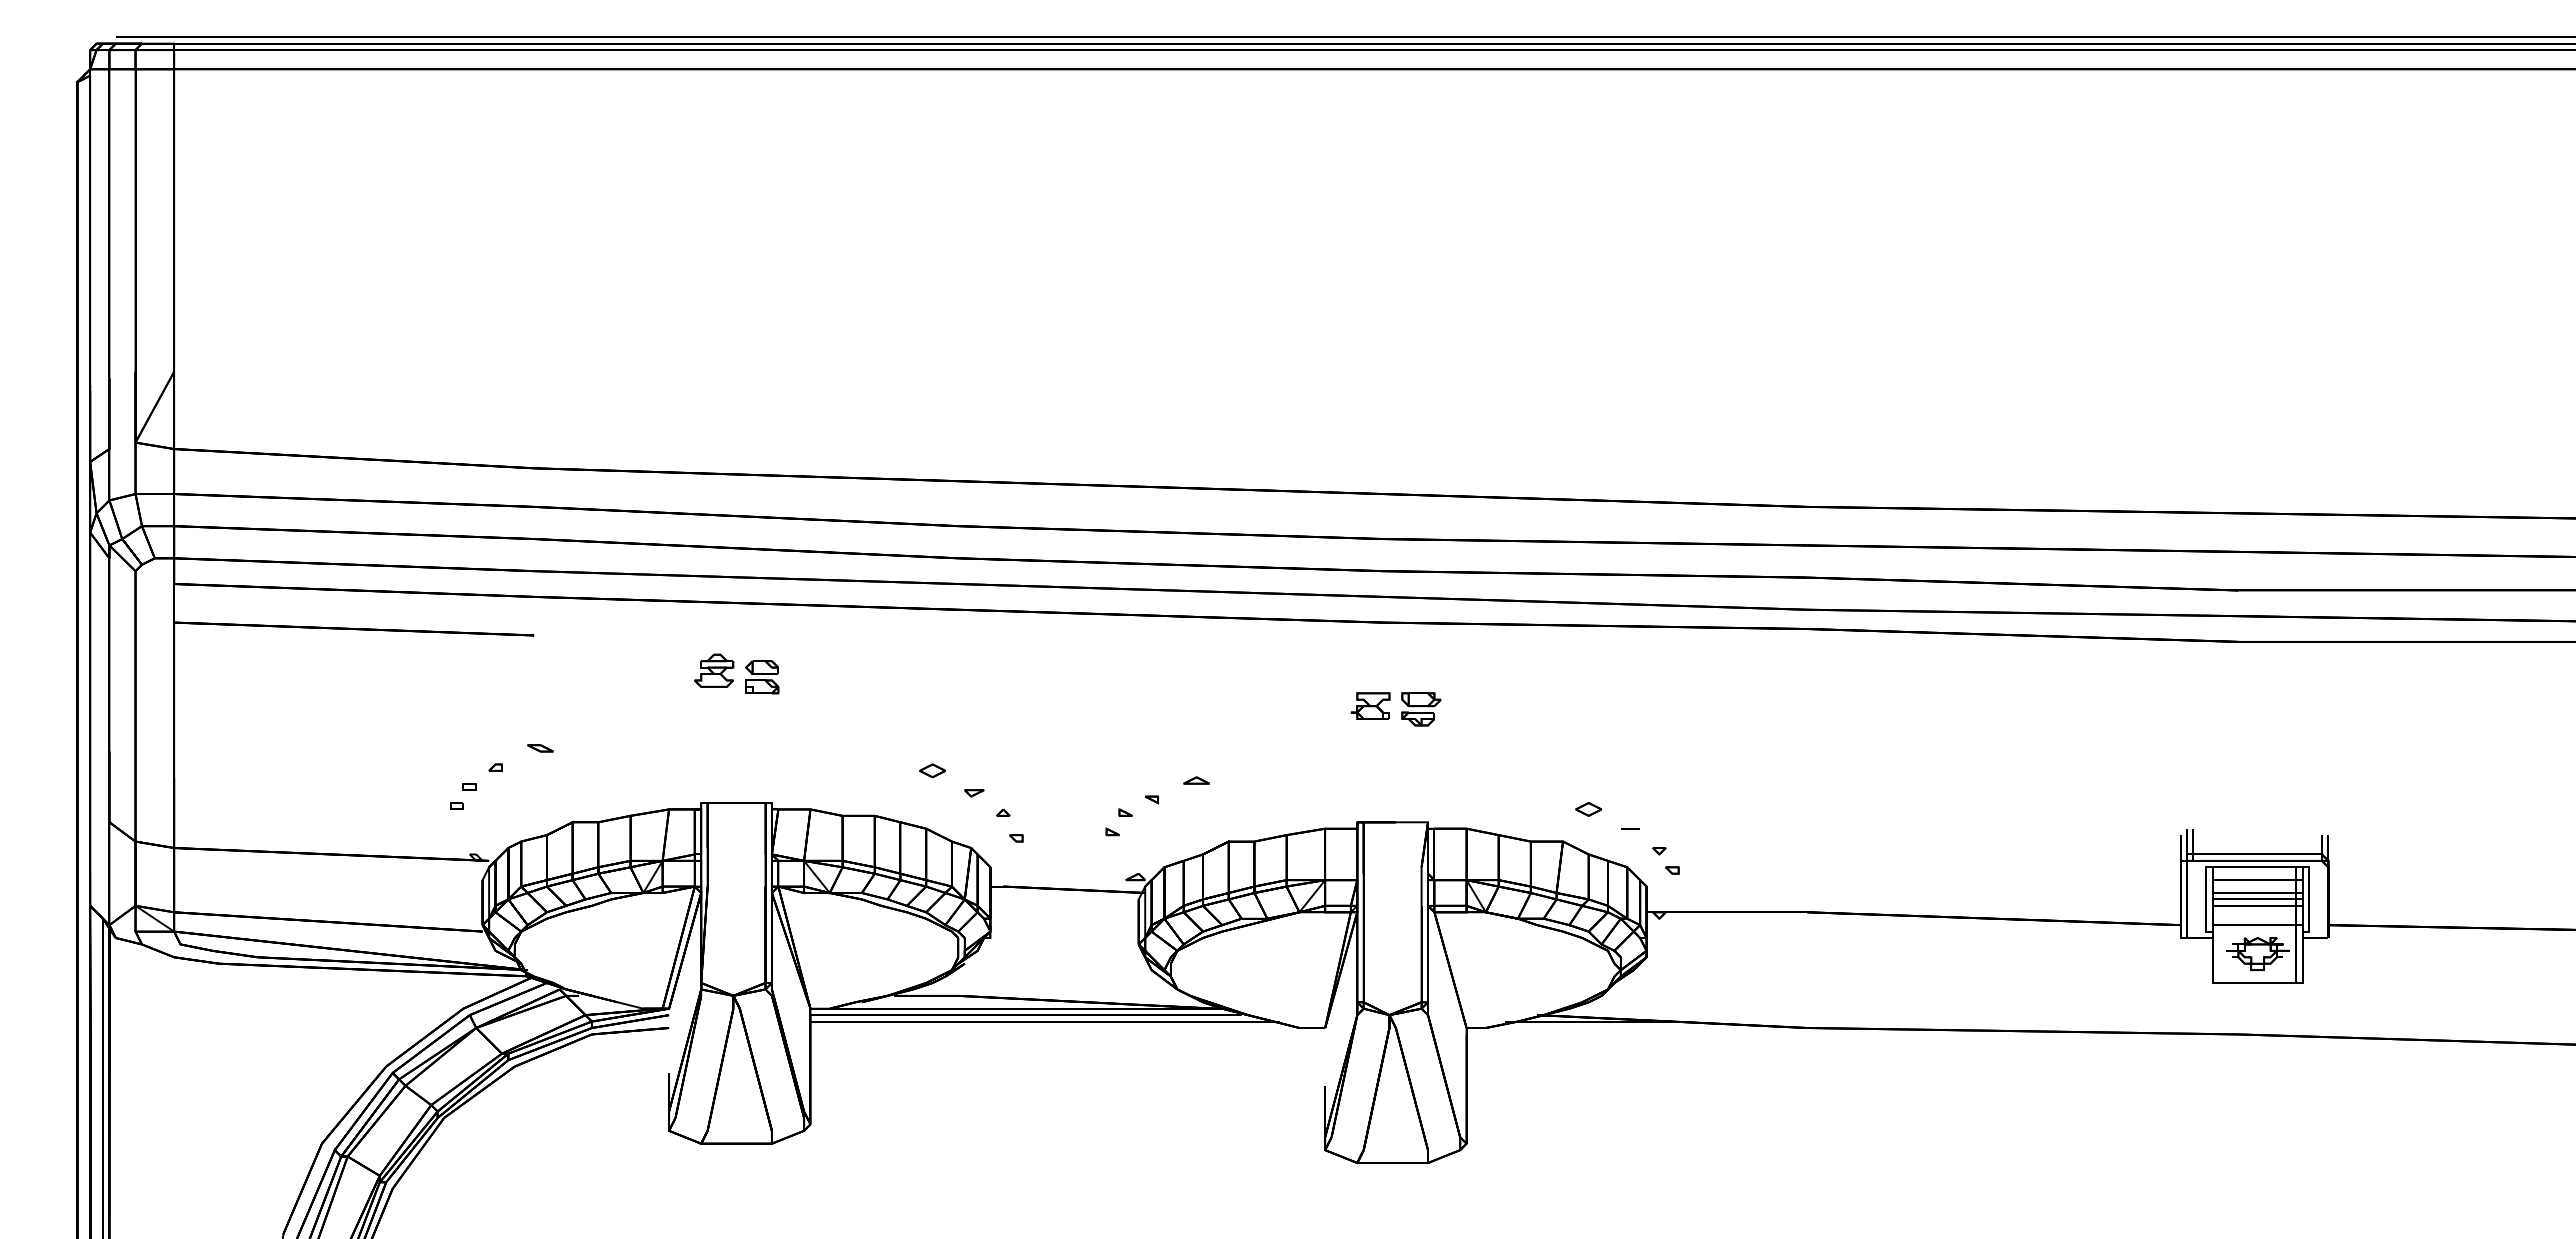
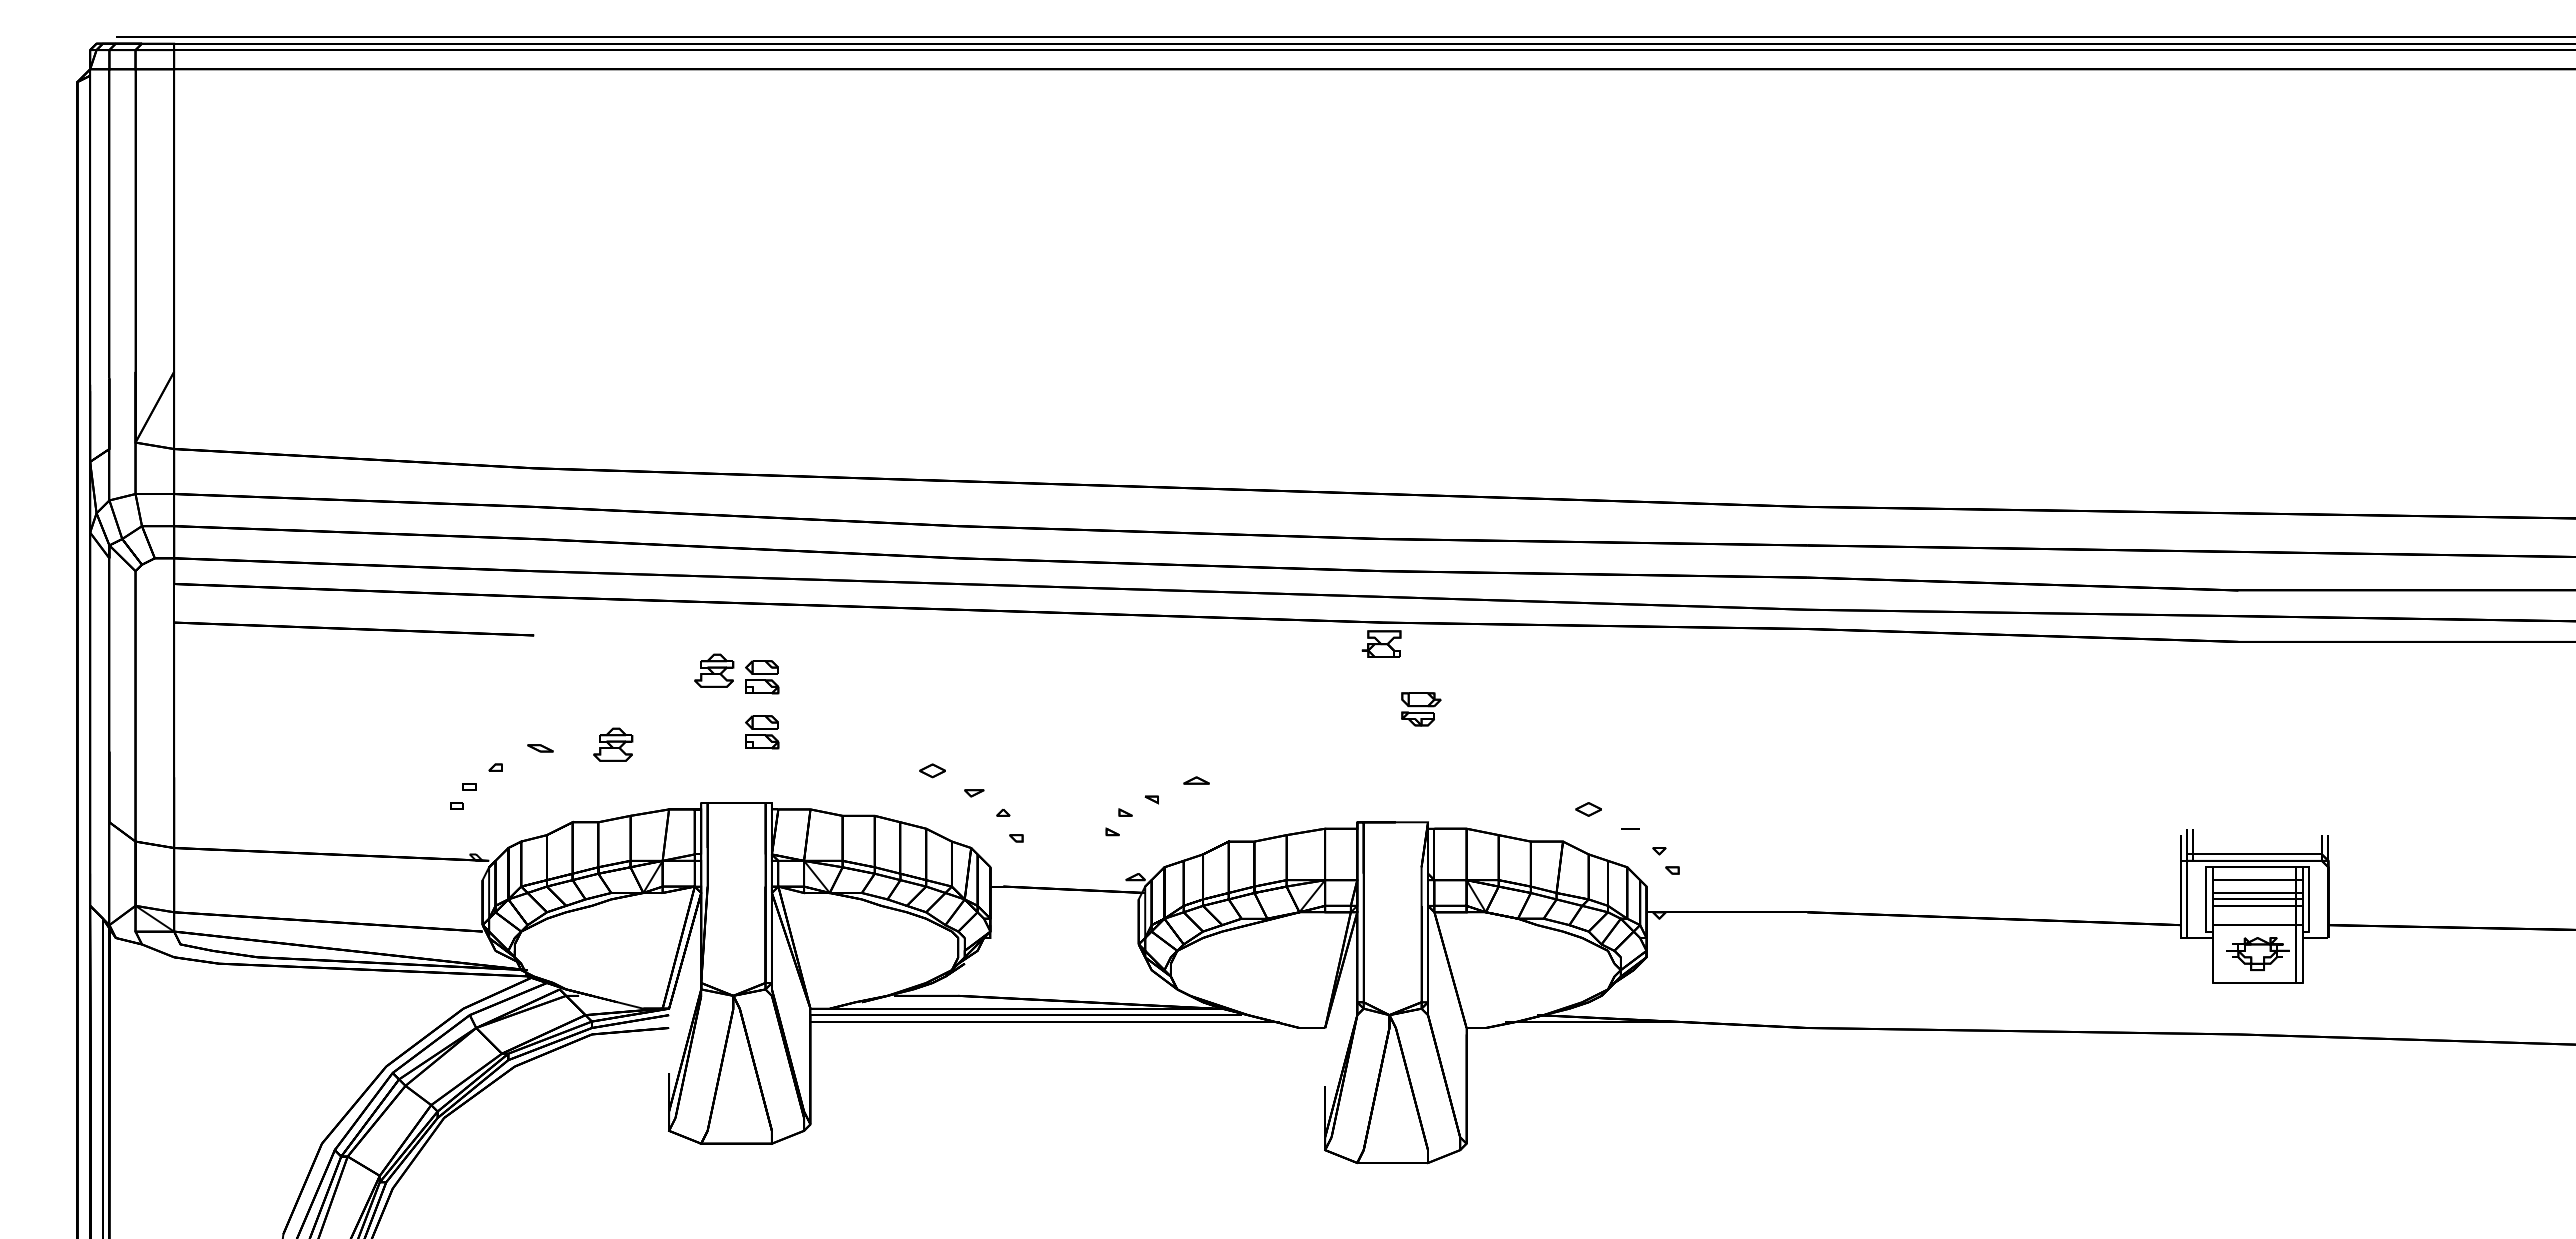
part at (1370, 705) position: (1370, 705) -> (1381, 643)
part at (762, 732): none -> present
part at (613, 744): none -> present
